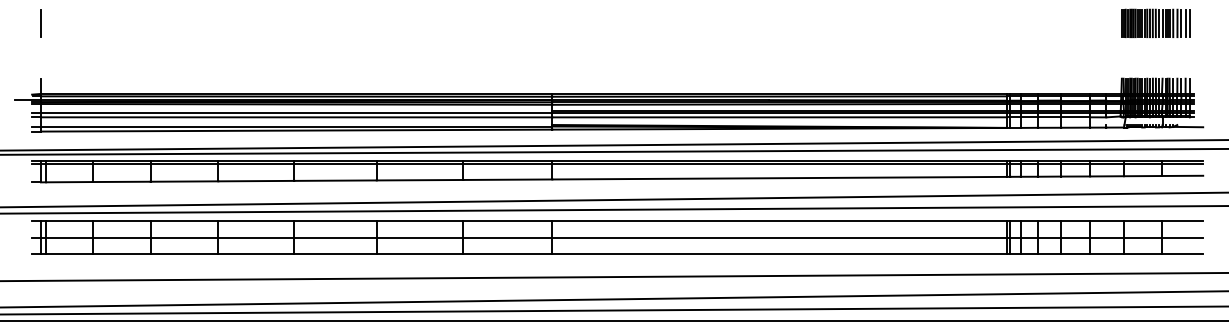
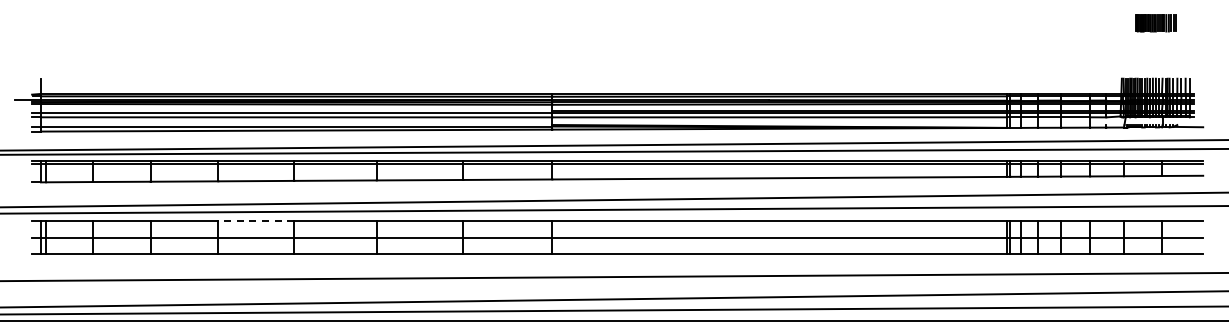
part at (1155, 22) size: 70x30 px -> 42x19 px
line at (40, 23): present -> none
line at (255, 220): solid -> dashed
